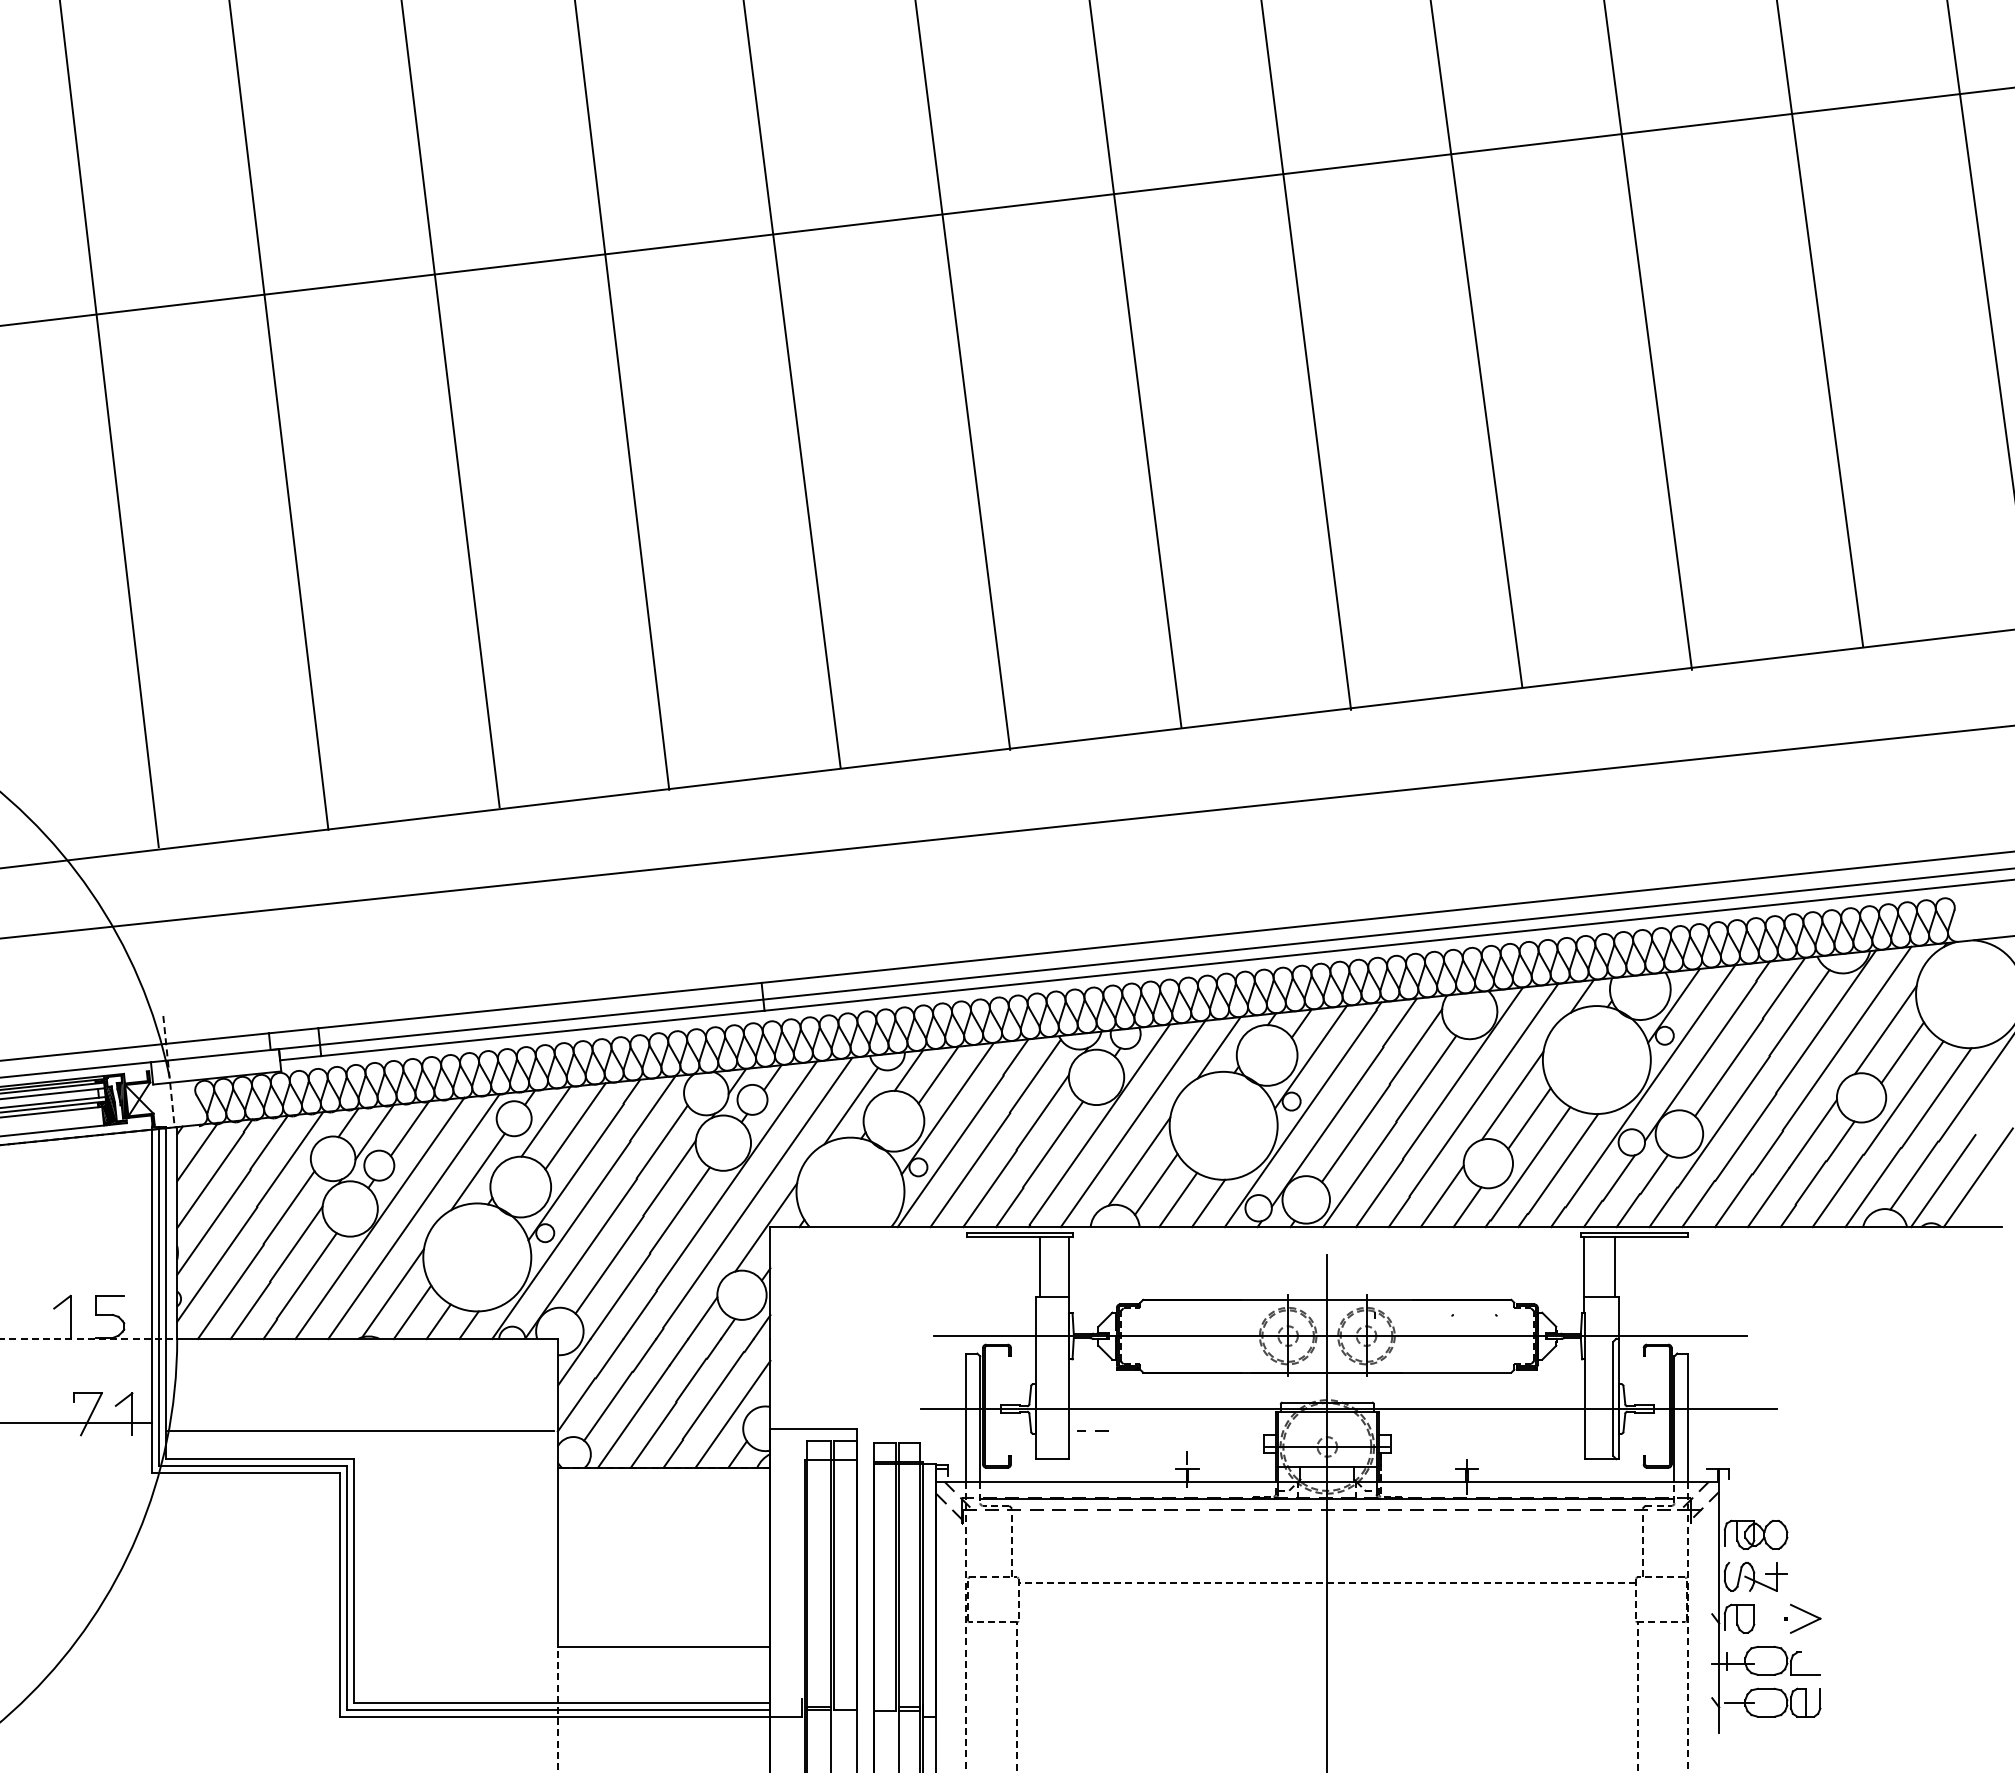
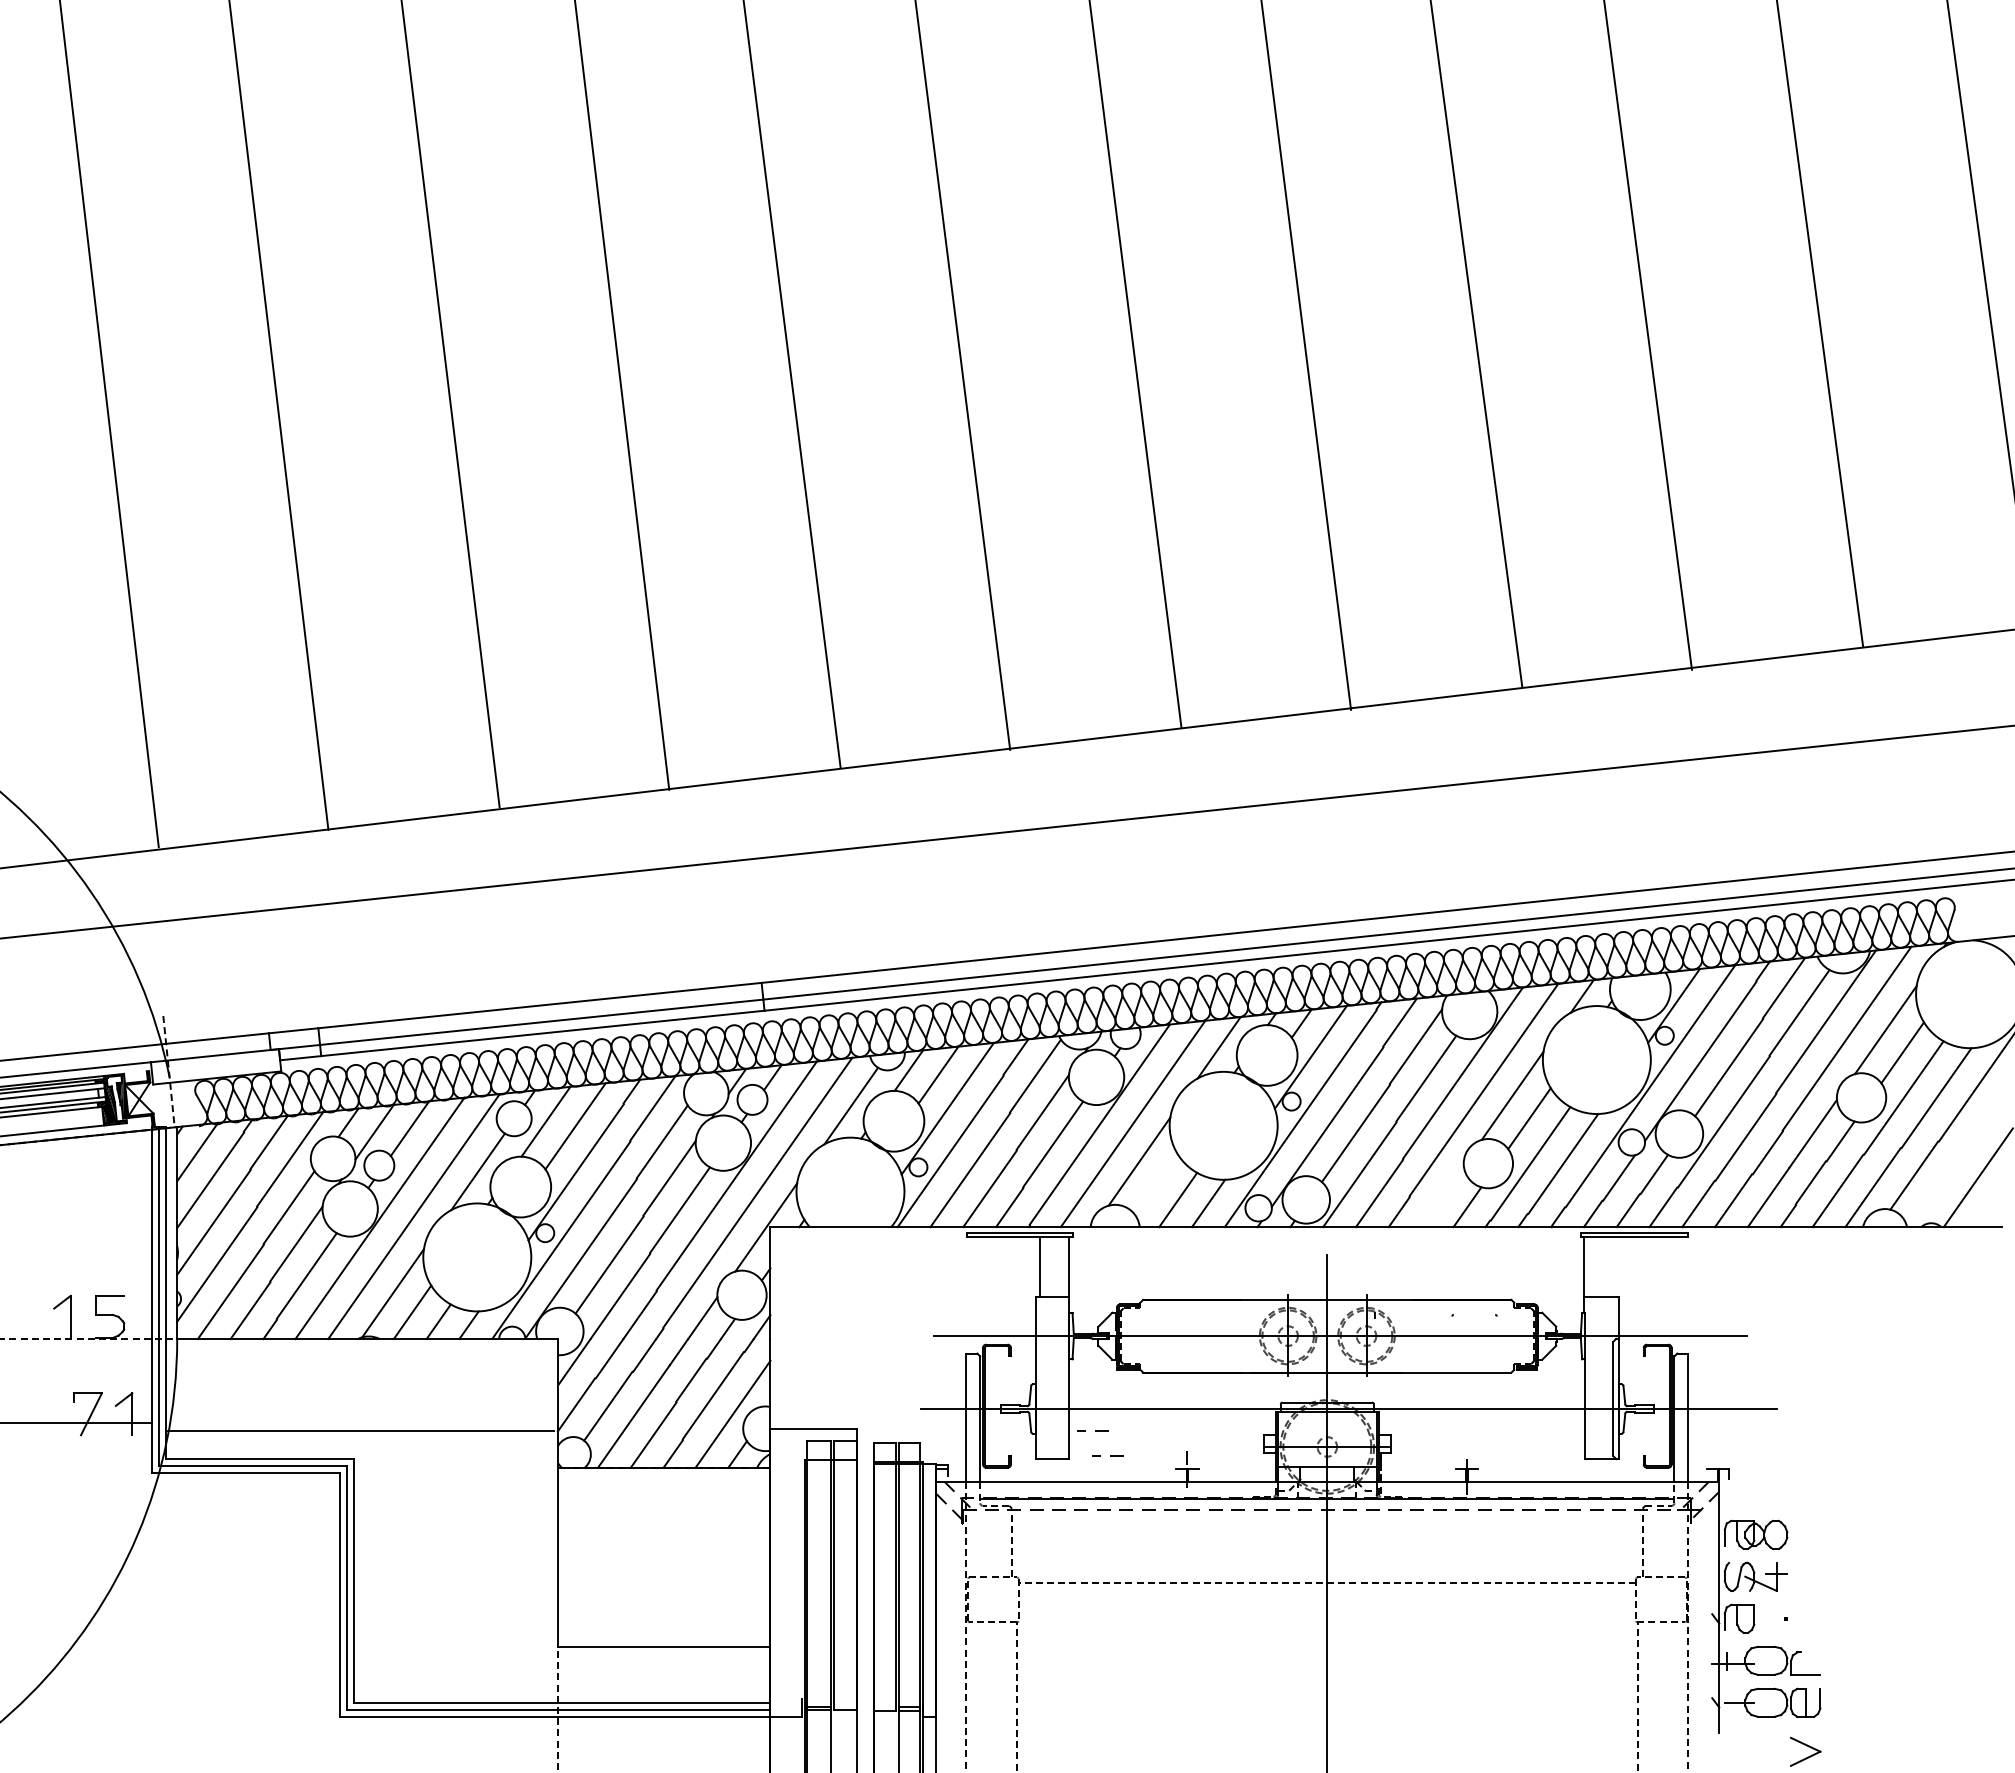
line at (1006, 206): present -> none
line at (1943, 1181): present -> none
line at (1156, 1184): present -> none
line at (1441, 1196): present -> none
line at (1614, 1266): present -> none
line at (1110, 1455): none -> present
part at (1805, 1618) position: (1805, 1618) -> (1805, 1751)
